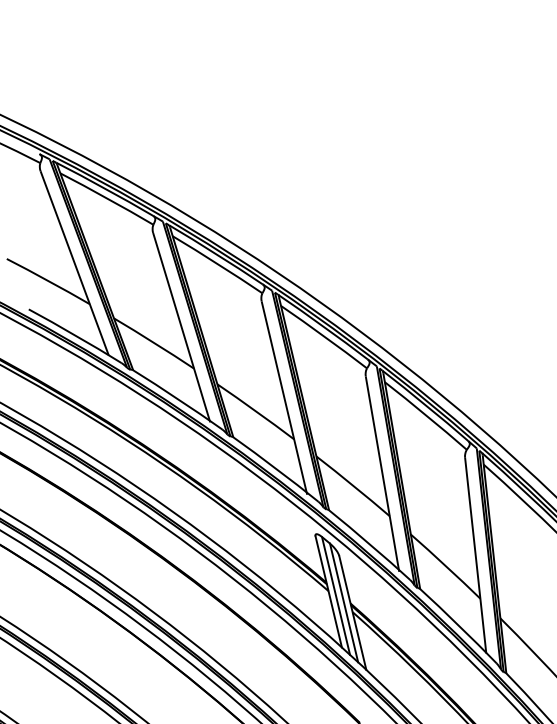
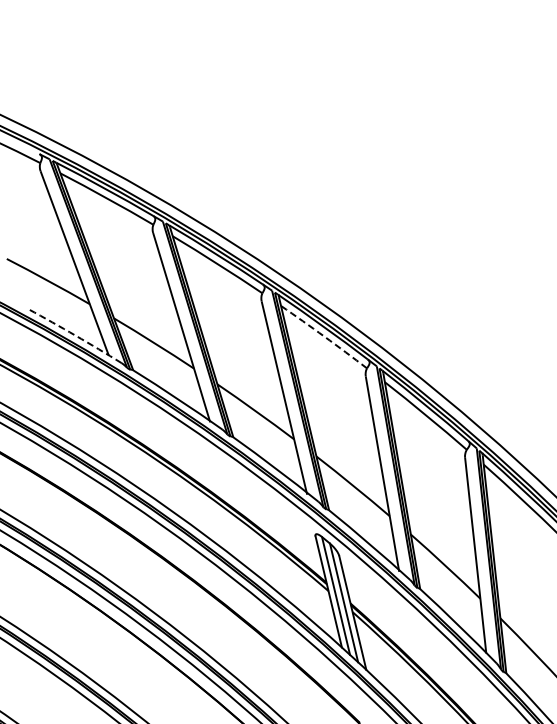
arc at (75, 335): solid -> dashed
arc at (324, 336): solid -> dashed
